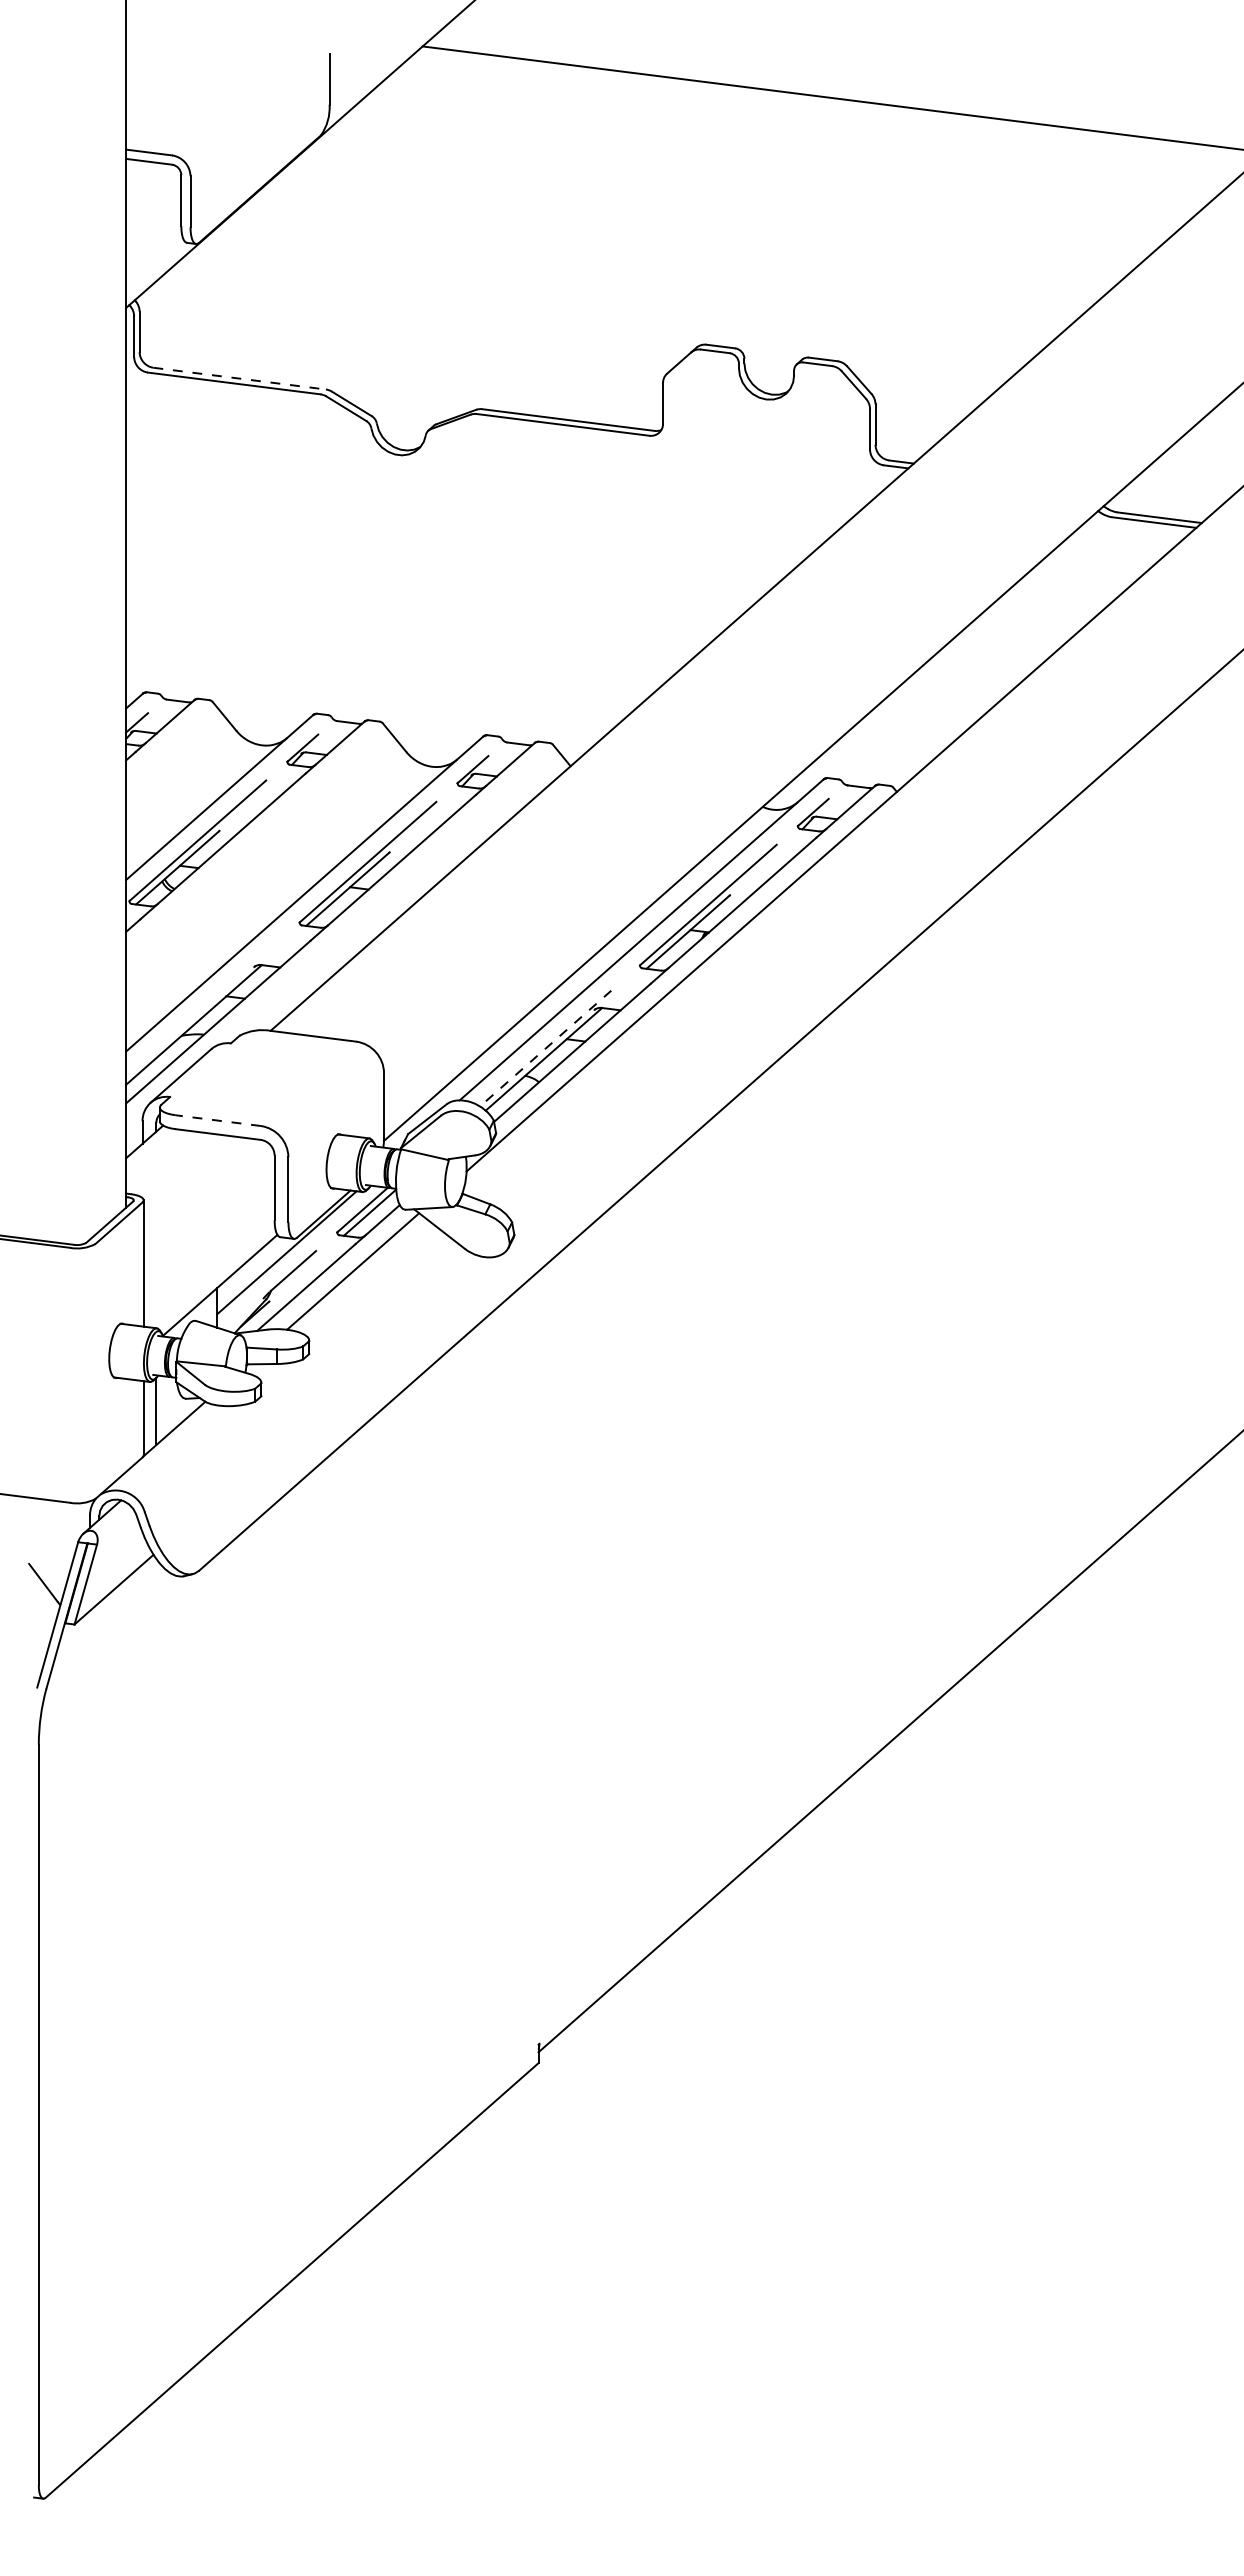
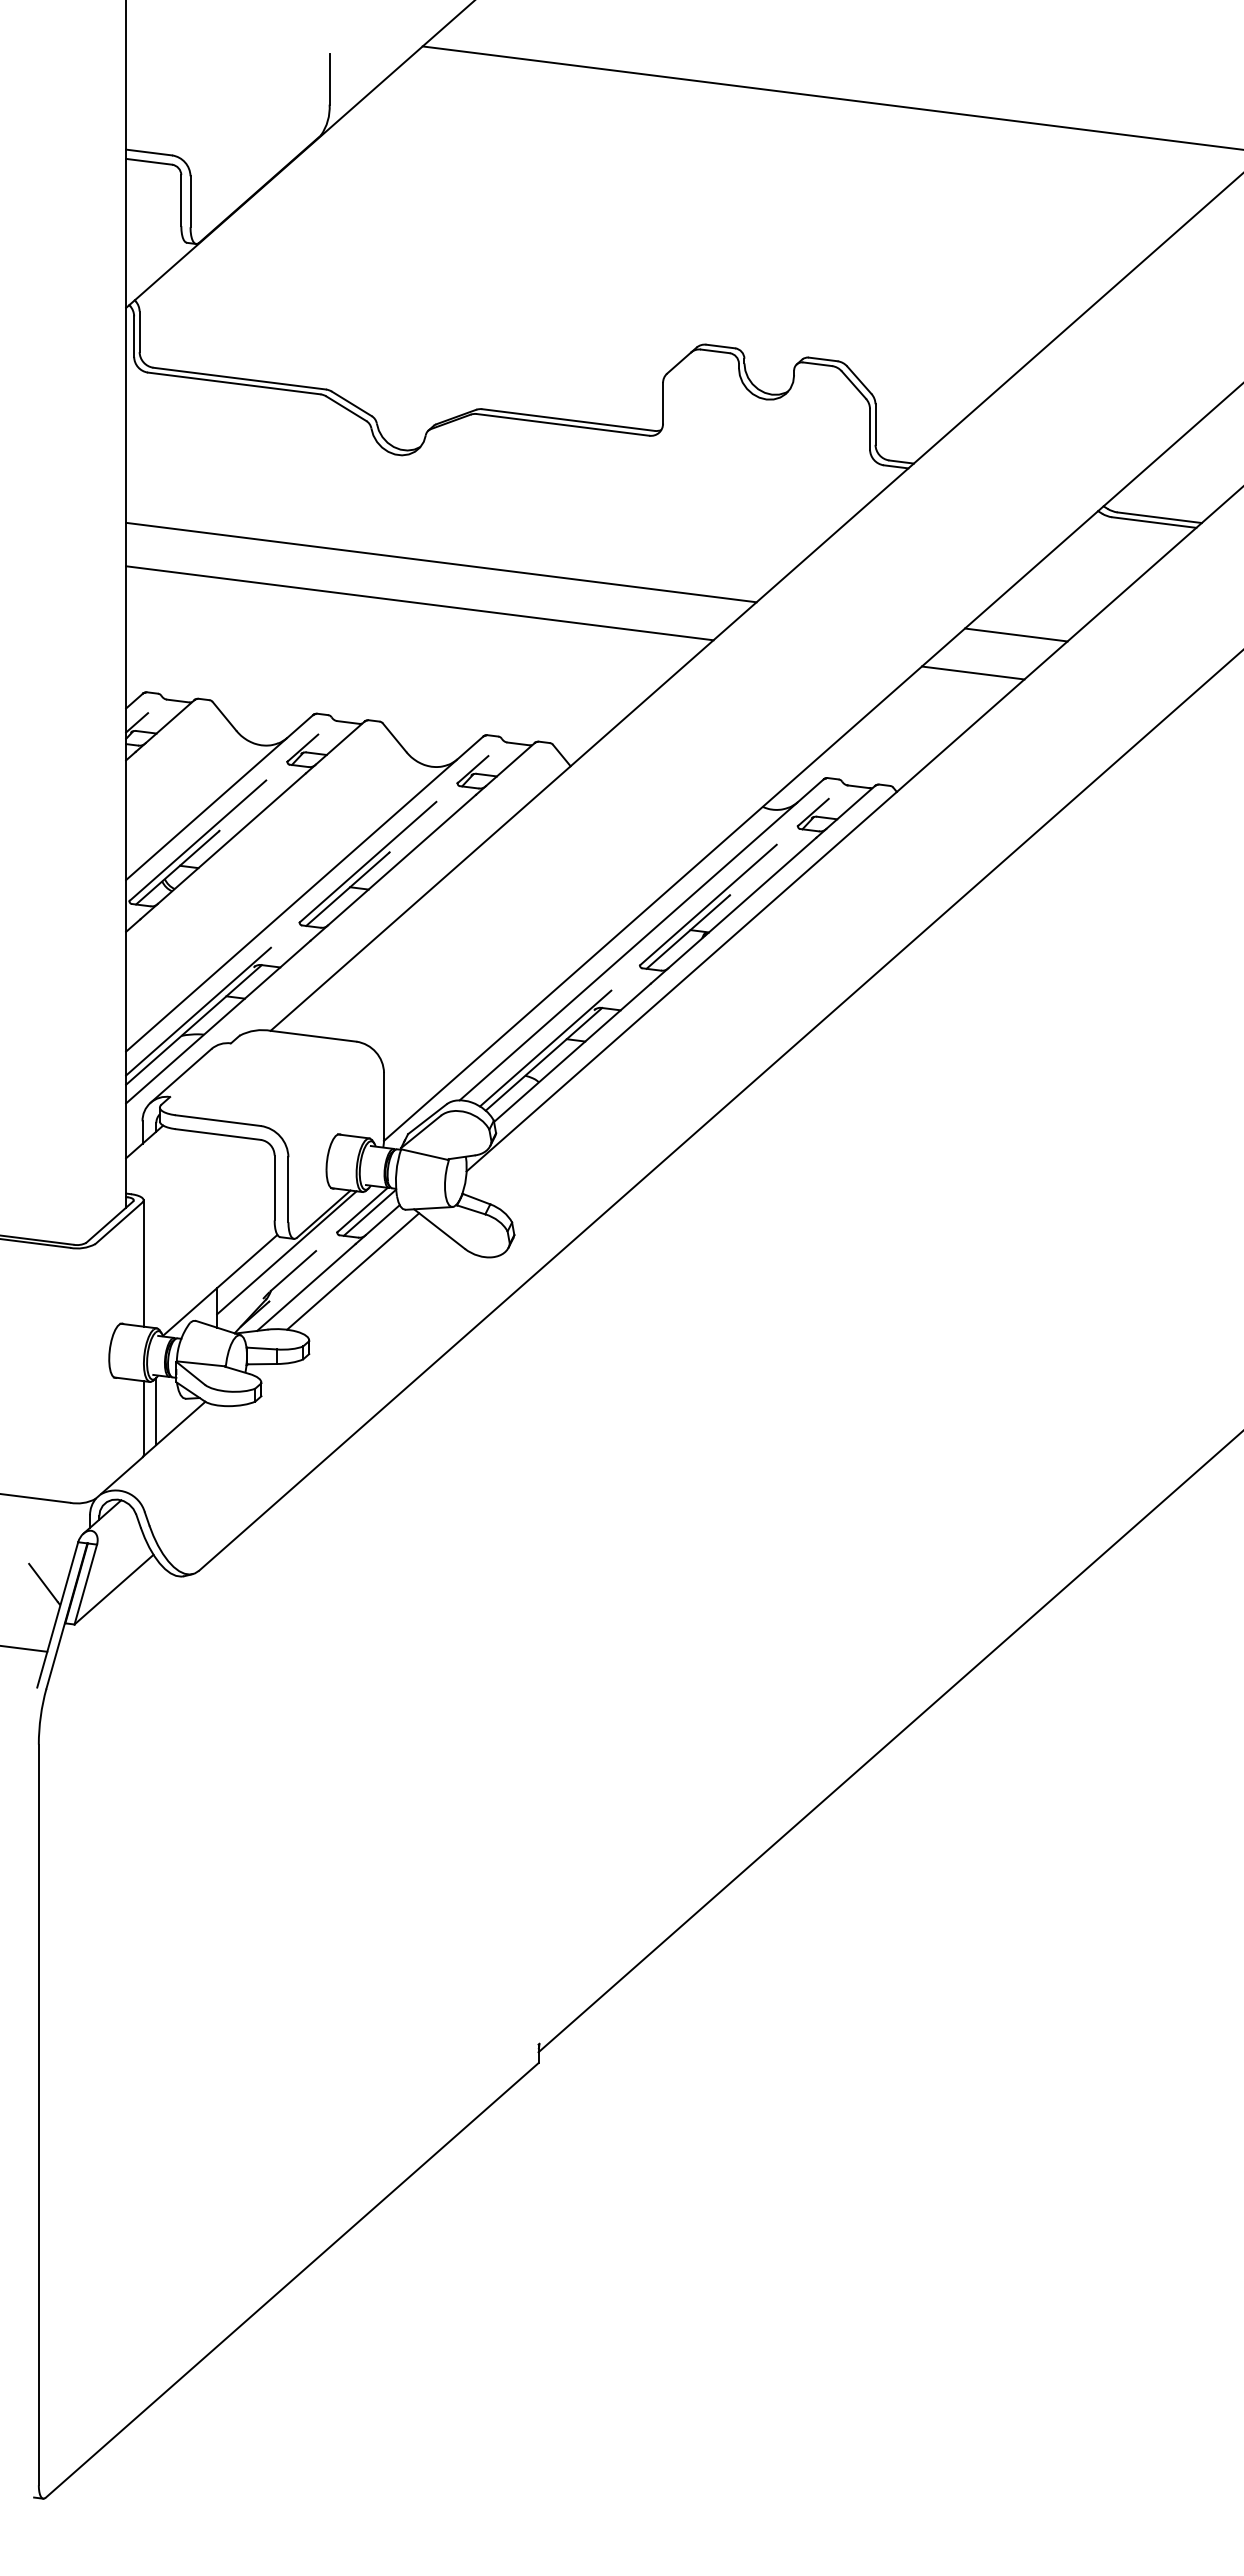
line at (239, 378): dashed -> solid
line at (441, 562): none -> present
line at (419, 603): none -> present
line at (1016, 634): none -> present
line at (972, 672): none -> present
line at (198, 1011): none -> present
line at (545, 1048): dashed -> solid
line at (218, 1120): dashed -> solid
line at (24, 1648): none -> present
